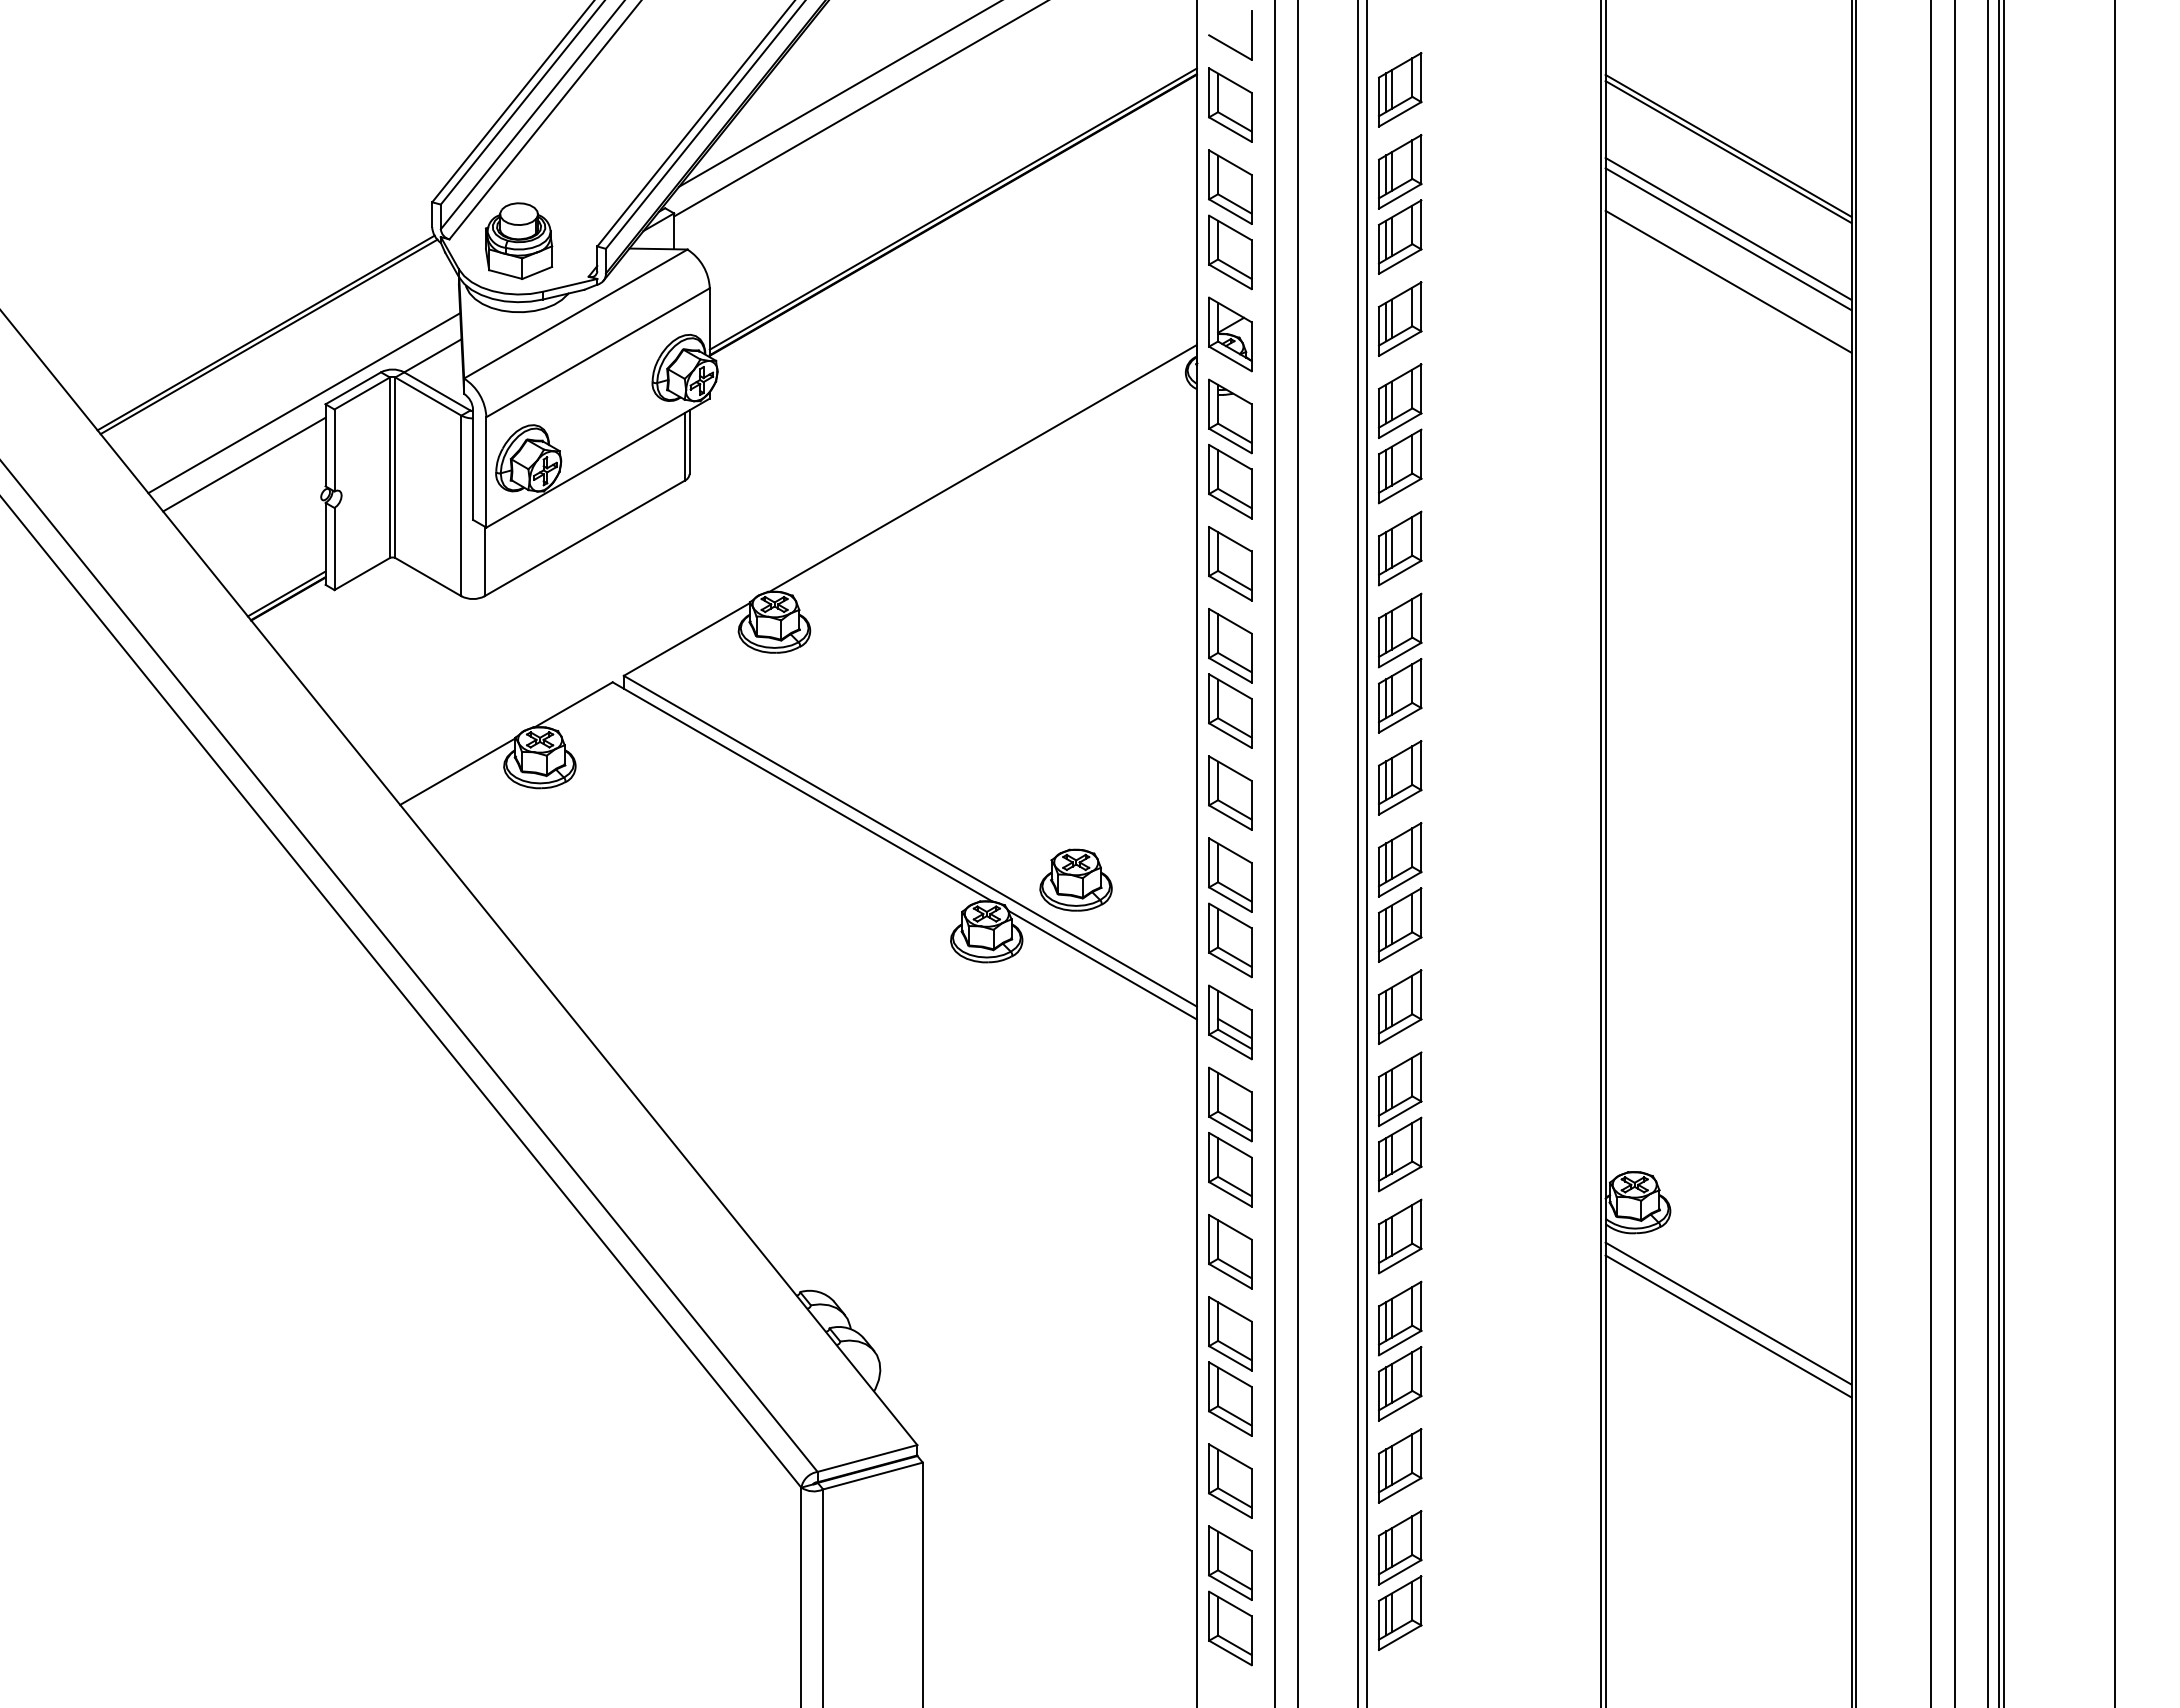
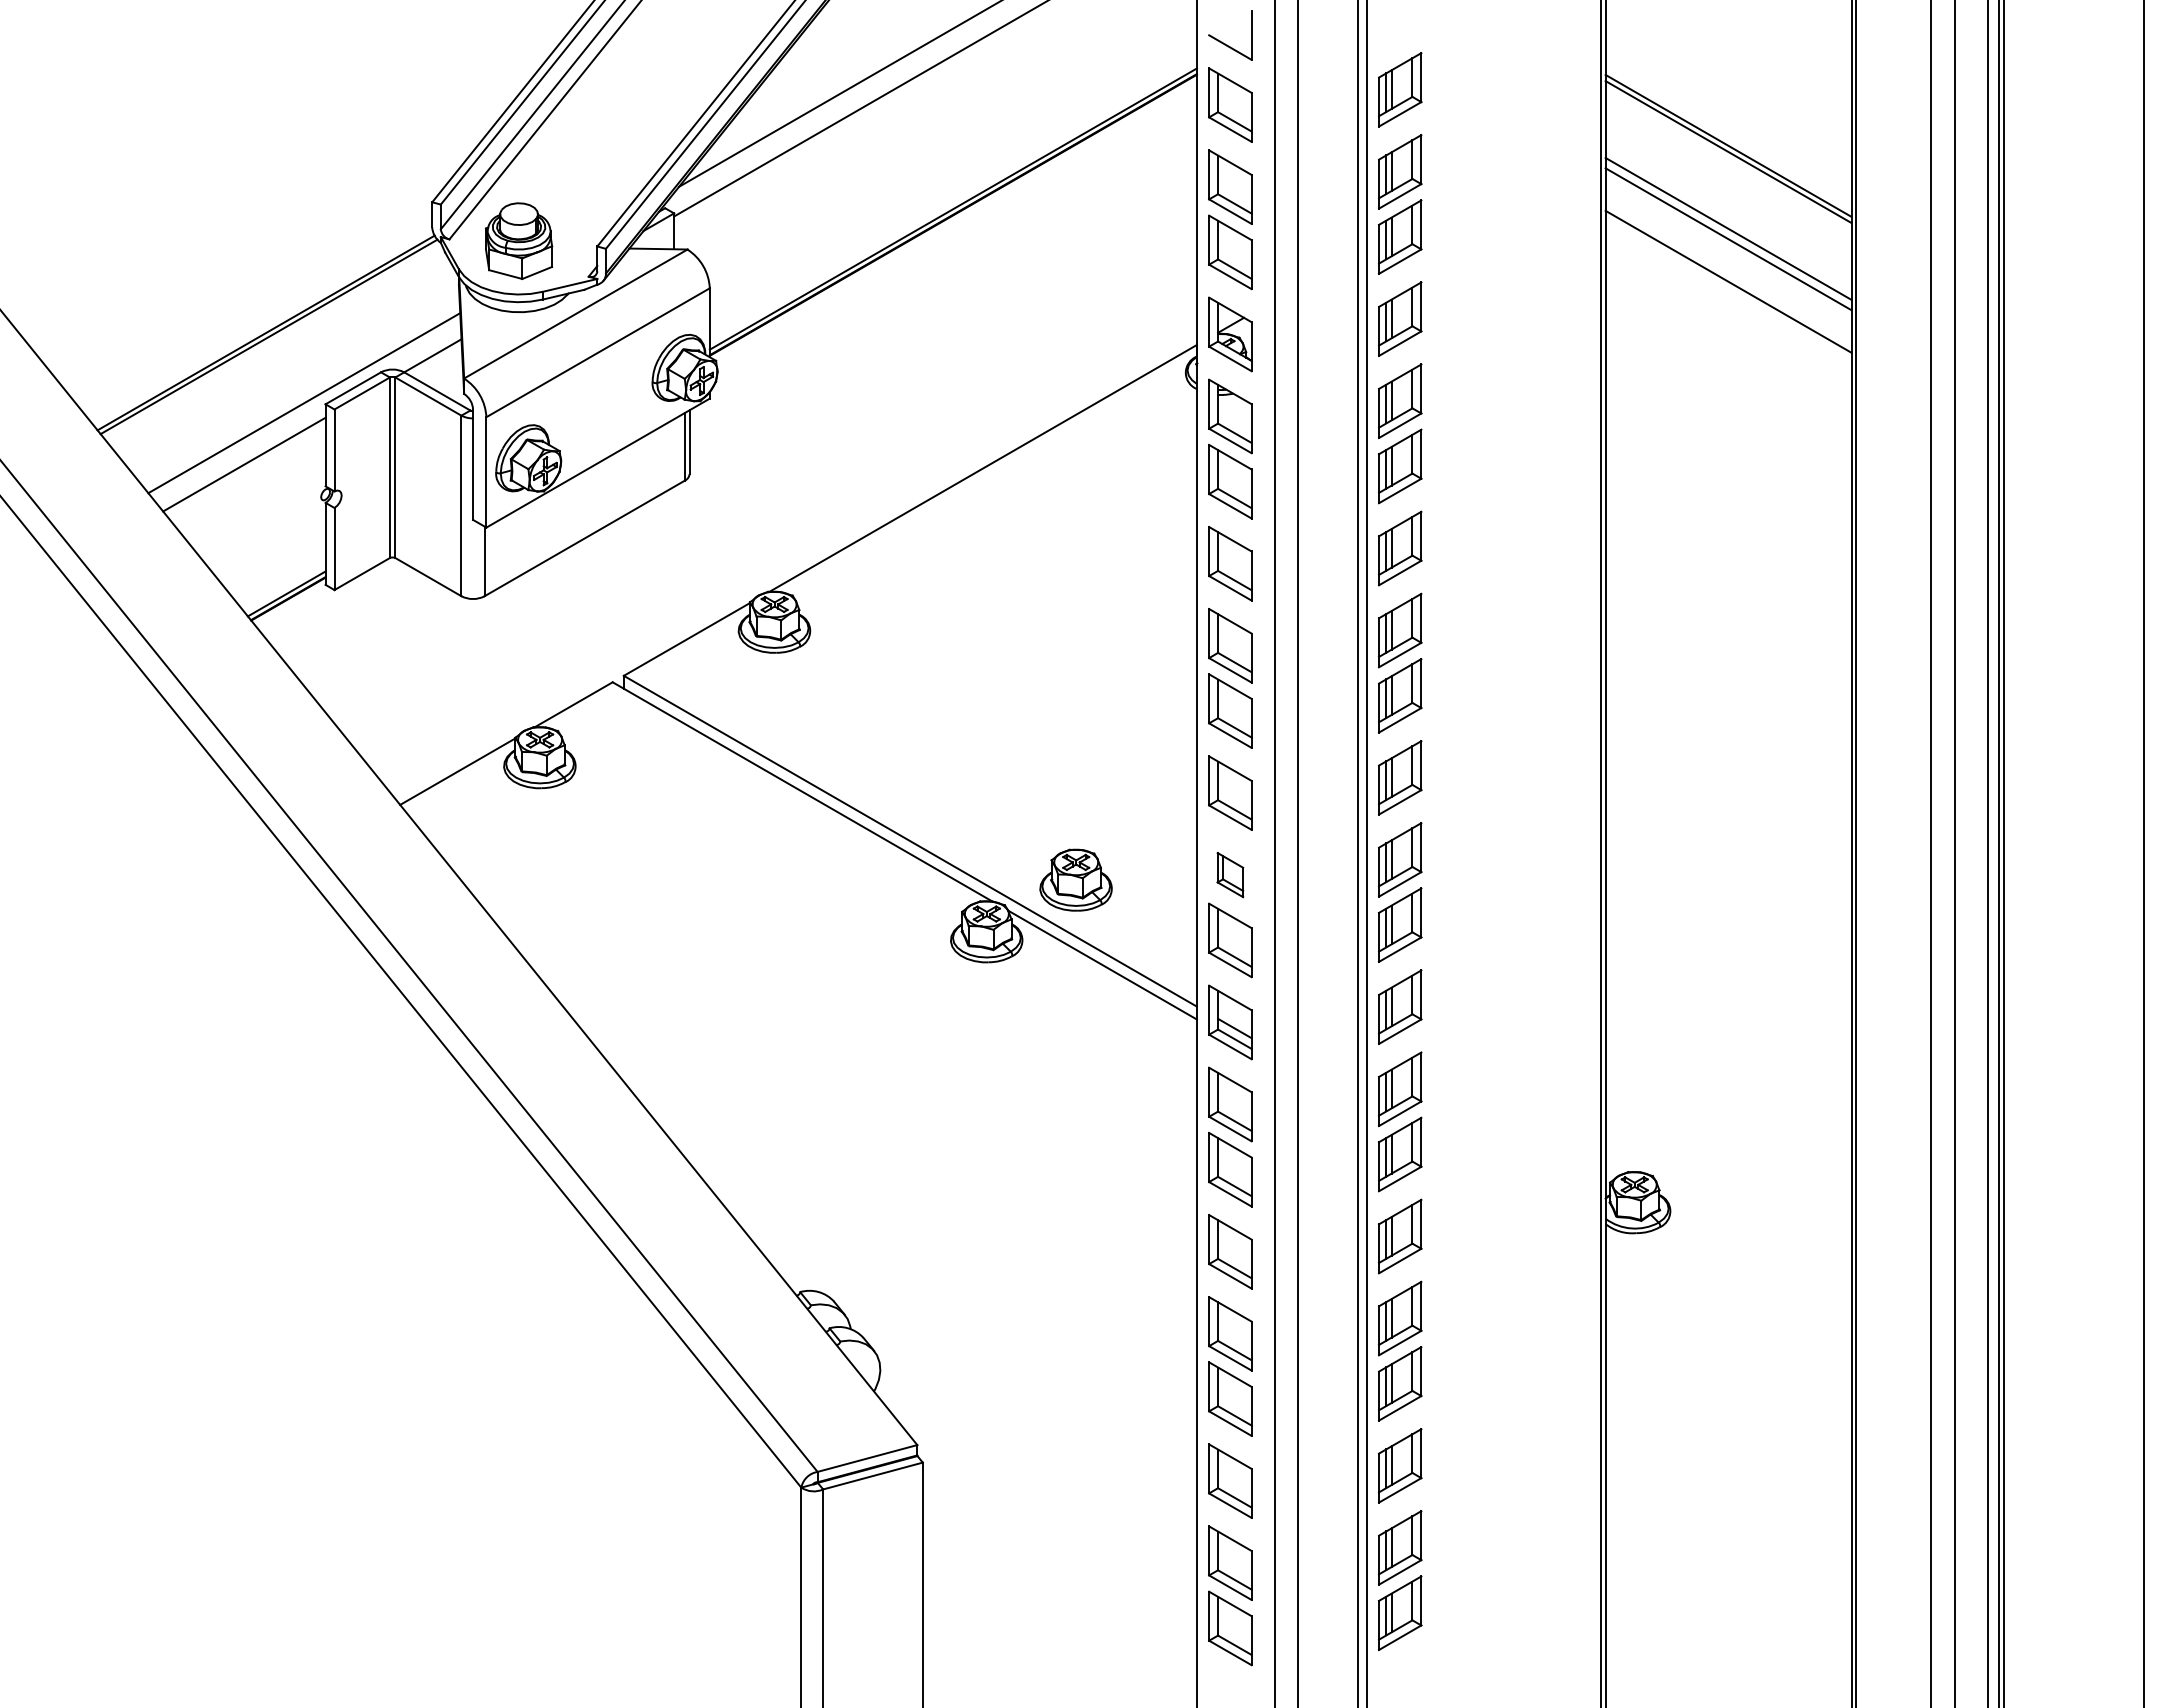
line at (2114, 853) position: (2114, 853) -> (2143, 853)
part at (1230, 874) size: 45x76 px -> 29x47 px
line at (1728, 1313): present -> none
line at (1728, 1326): present -> none
